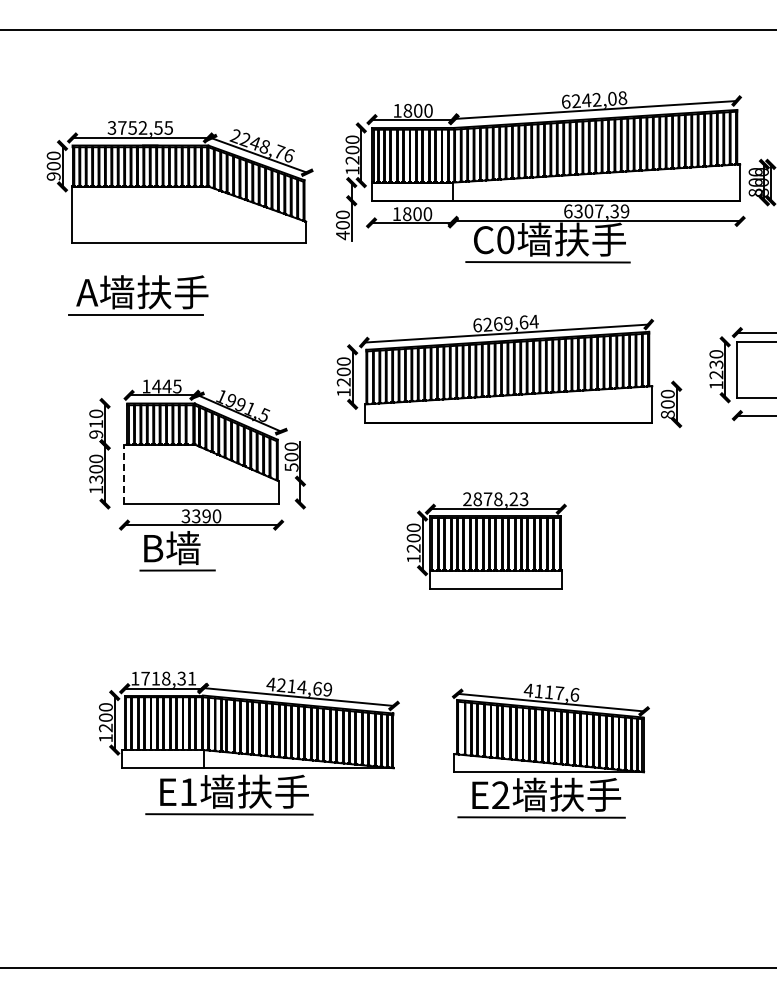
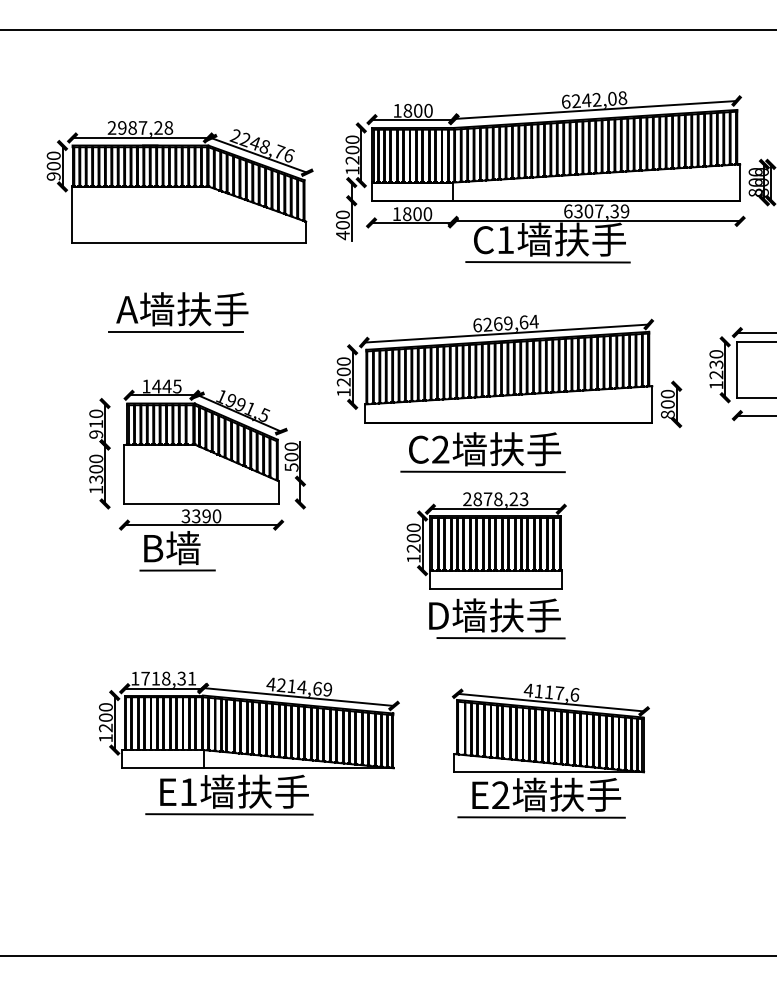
text at (140, 127): 3752,55 -> 2987,28
text at (505, 240): C0 -> C1
part at (138, 295) position: (138, 295) -> (178, 312)
part at (482, 452): none -> present
line at (124, 474): dashed -> solid
part at (497, 618): none -> present
line at (387, 968) position: (387, 968) -> (387, 956)
